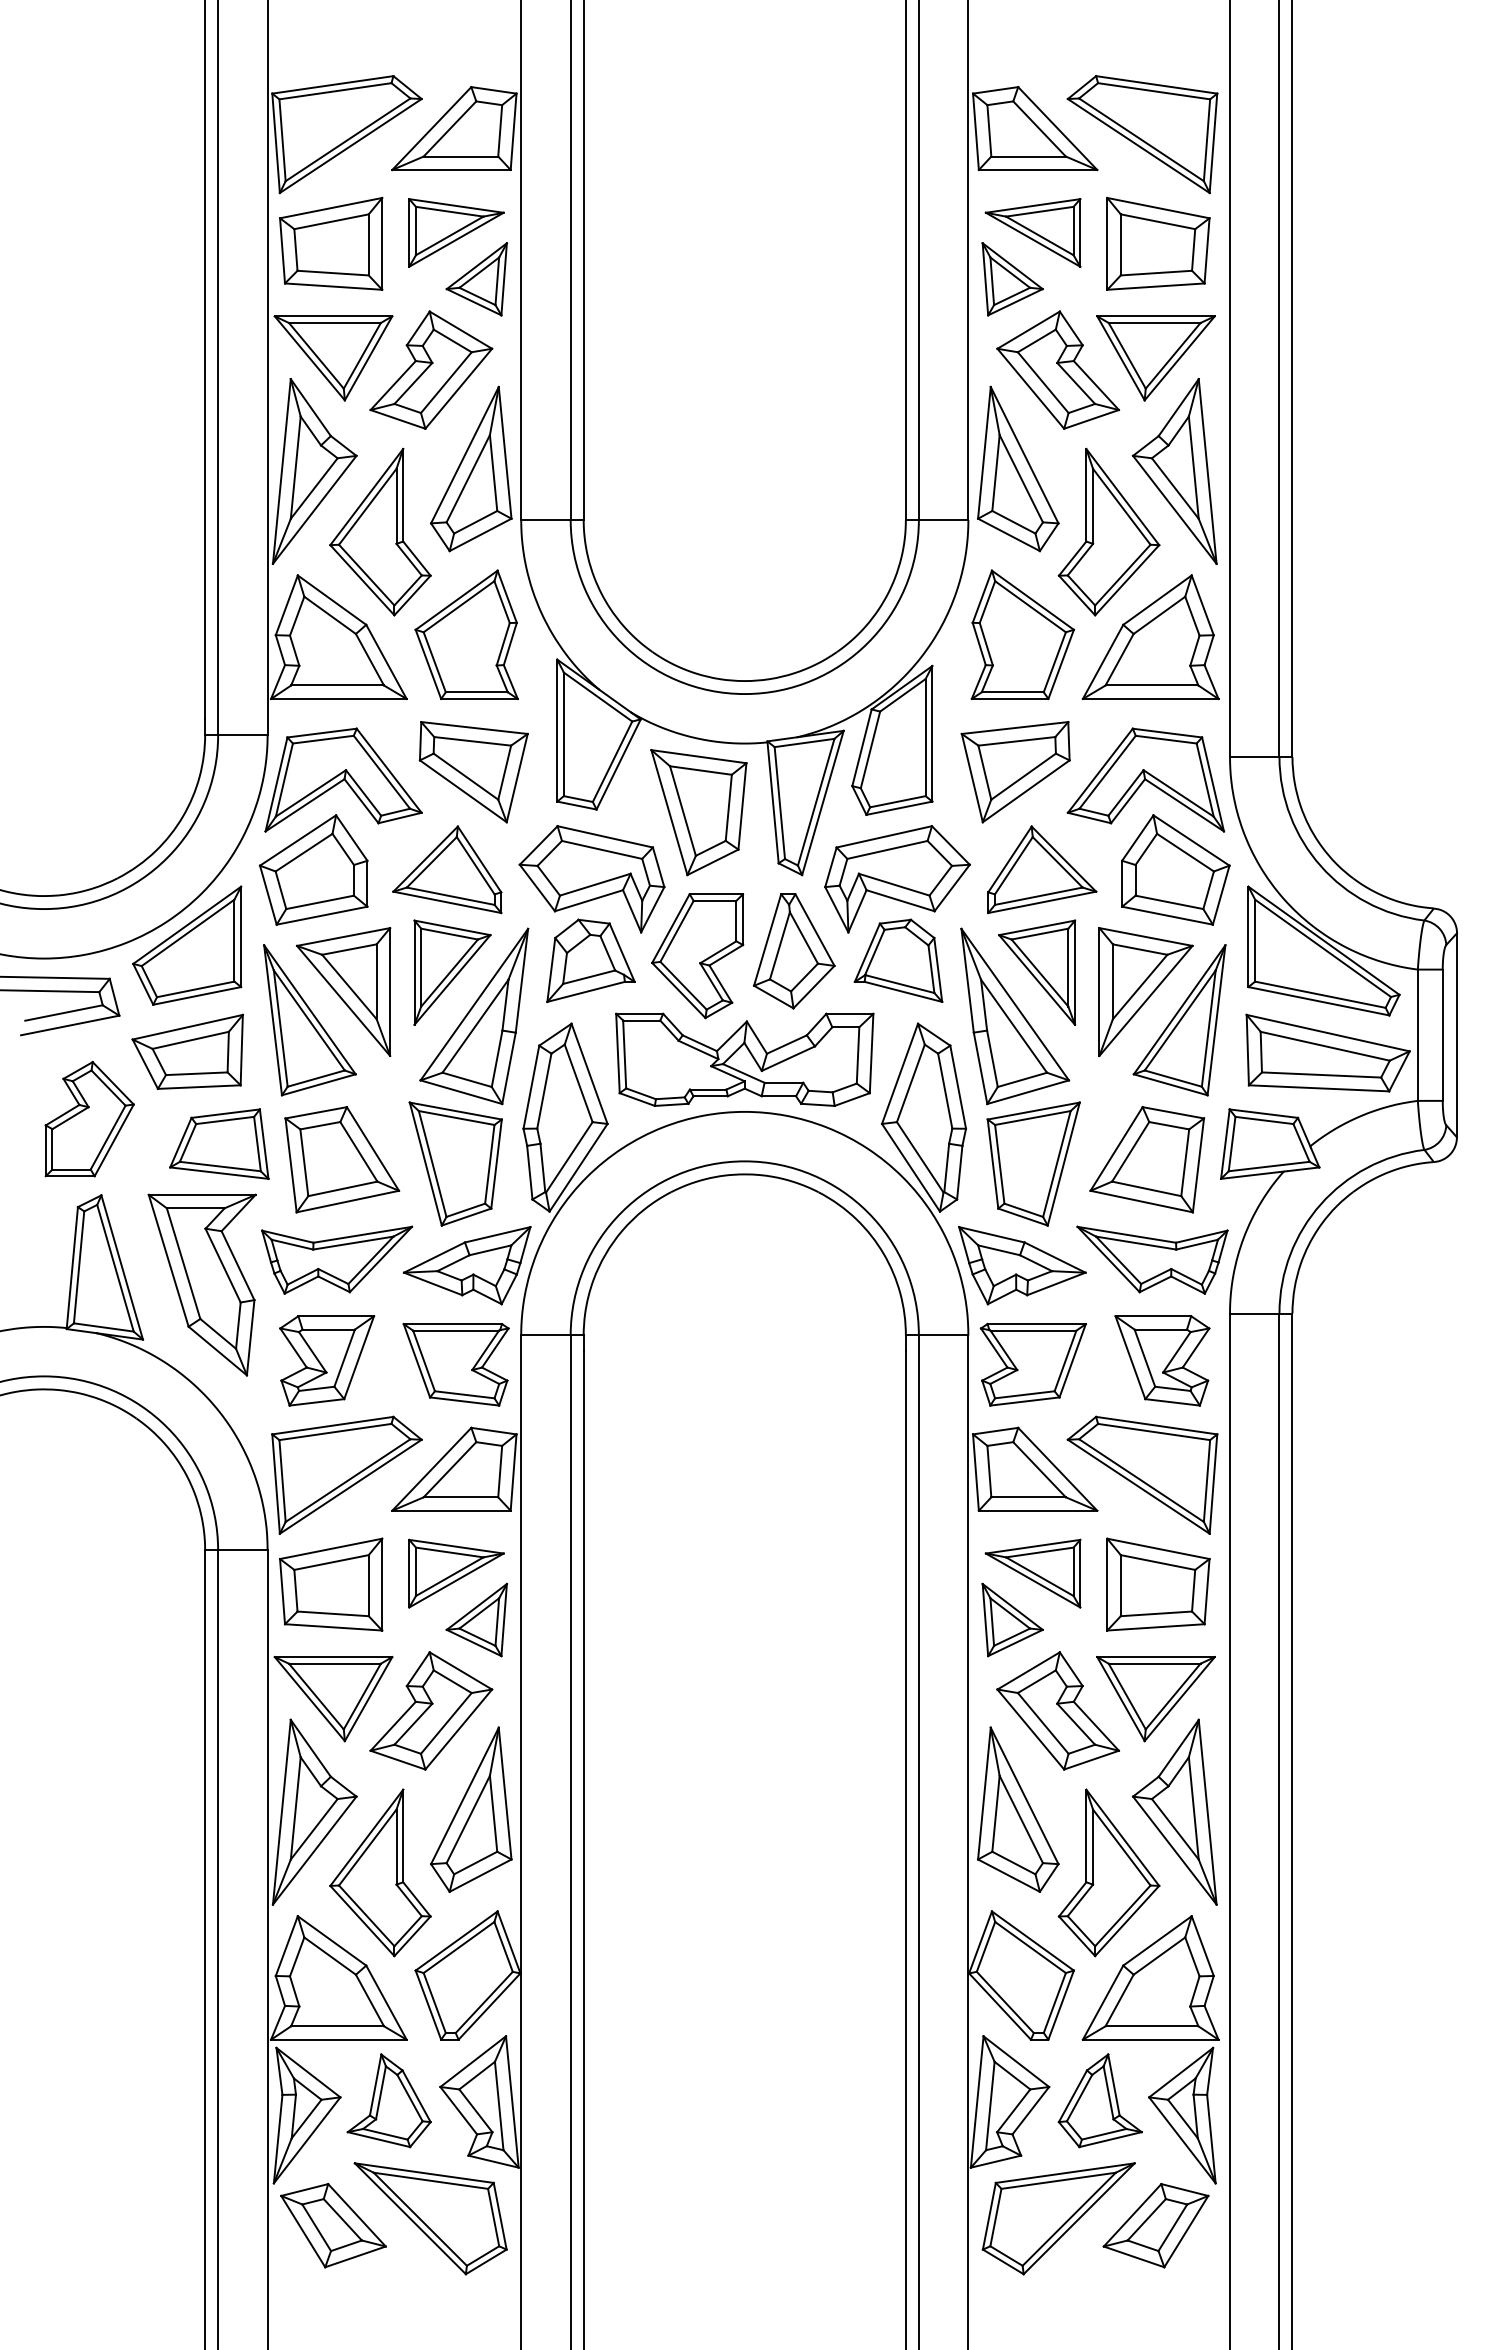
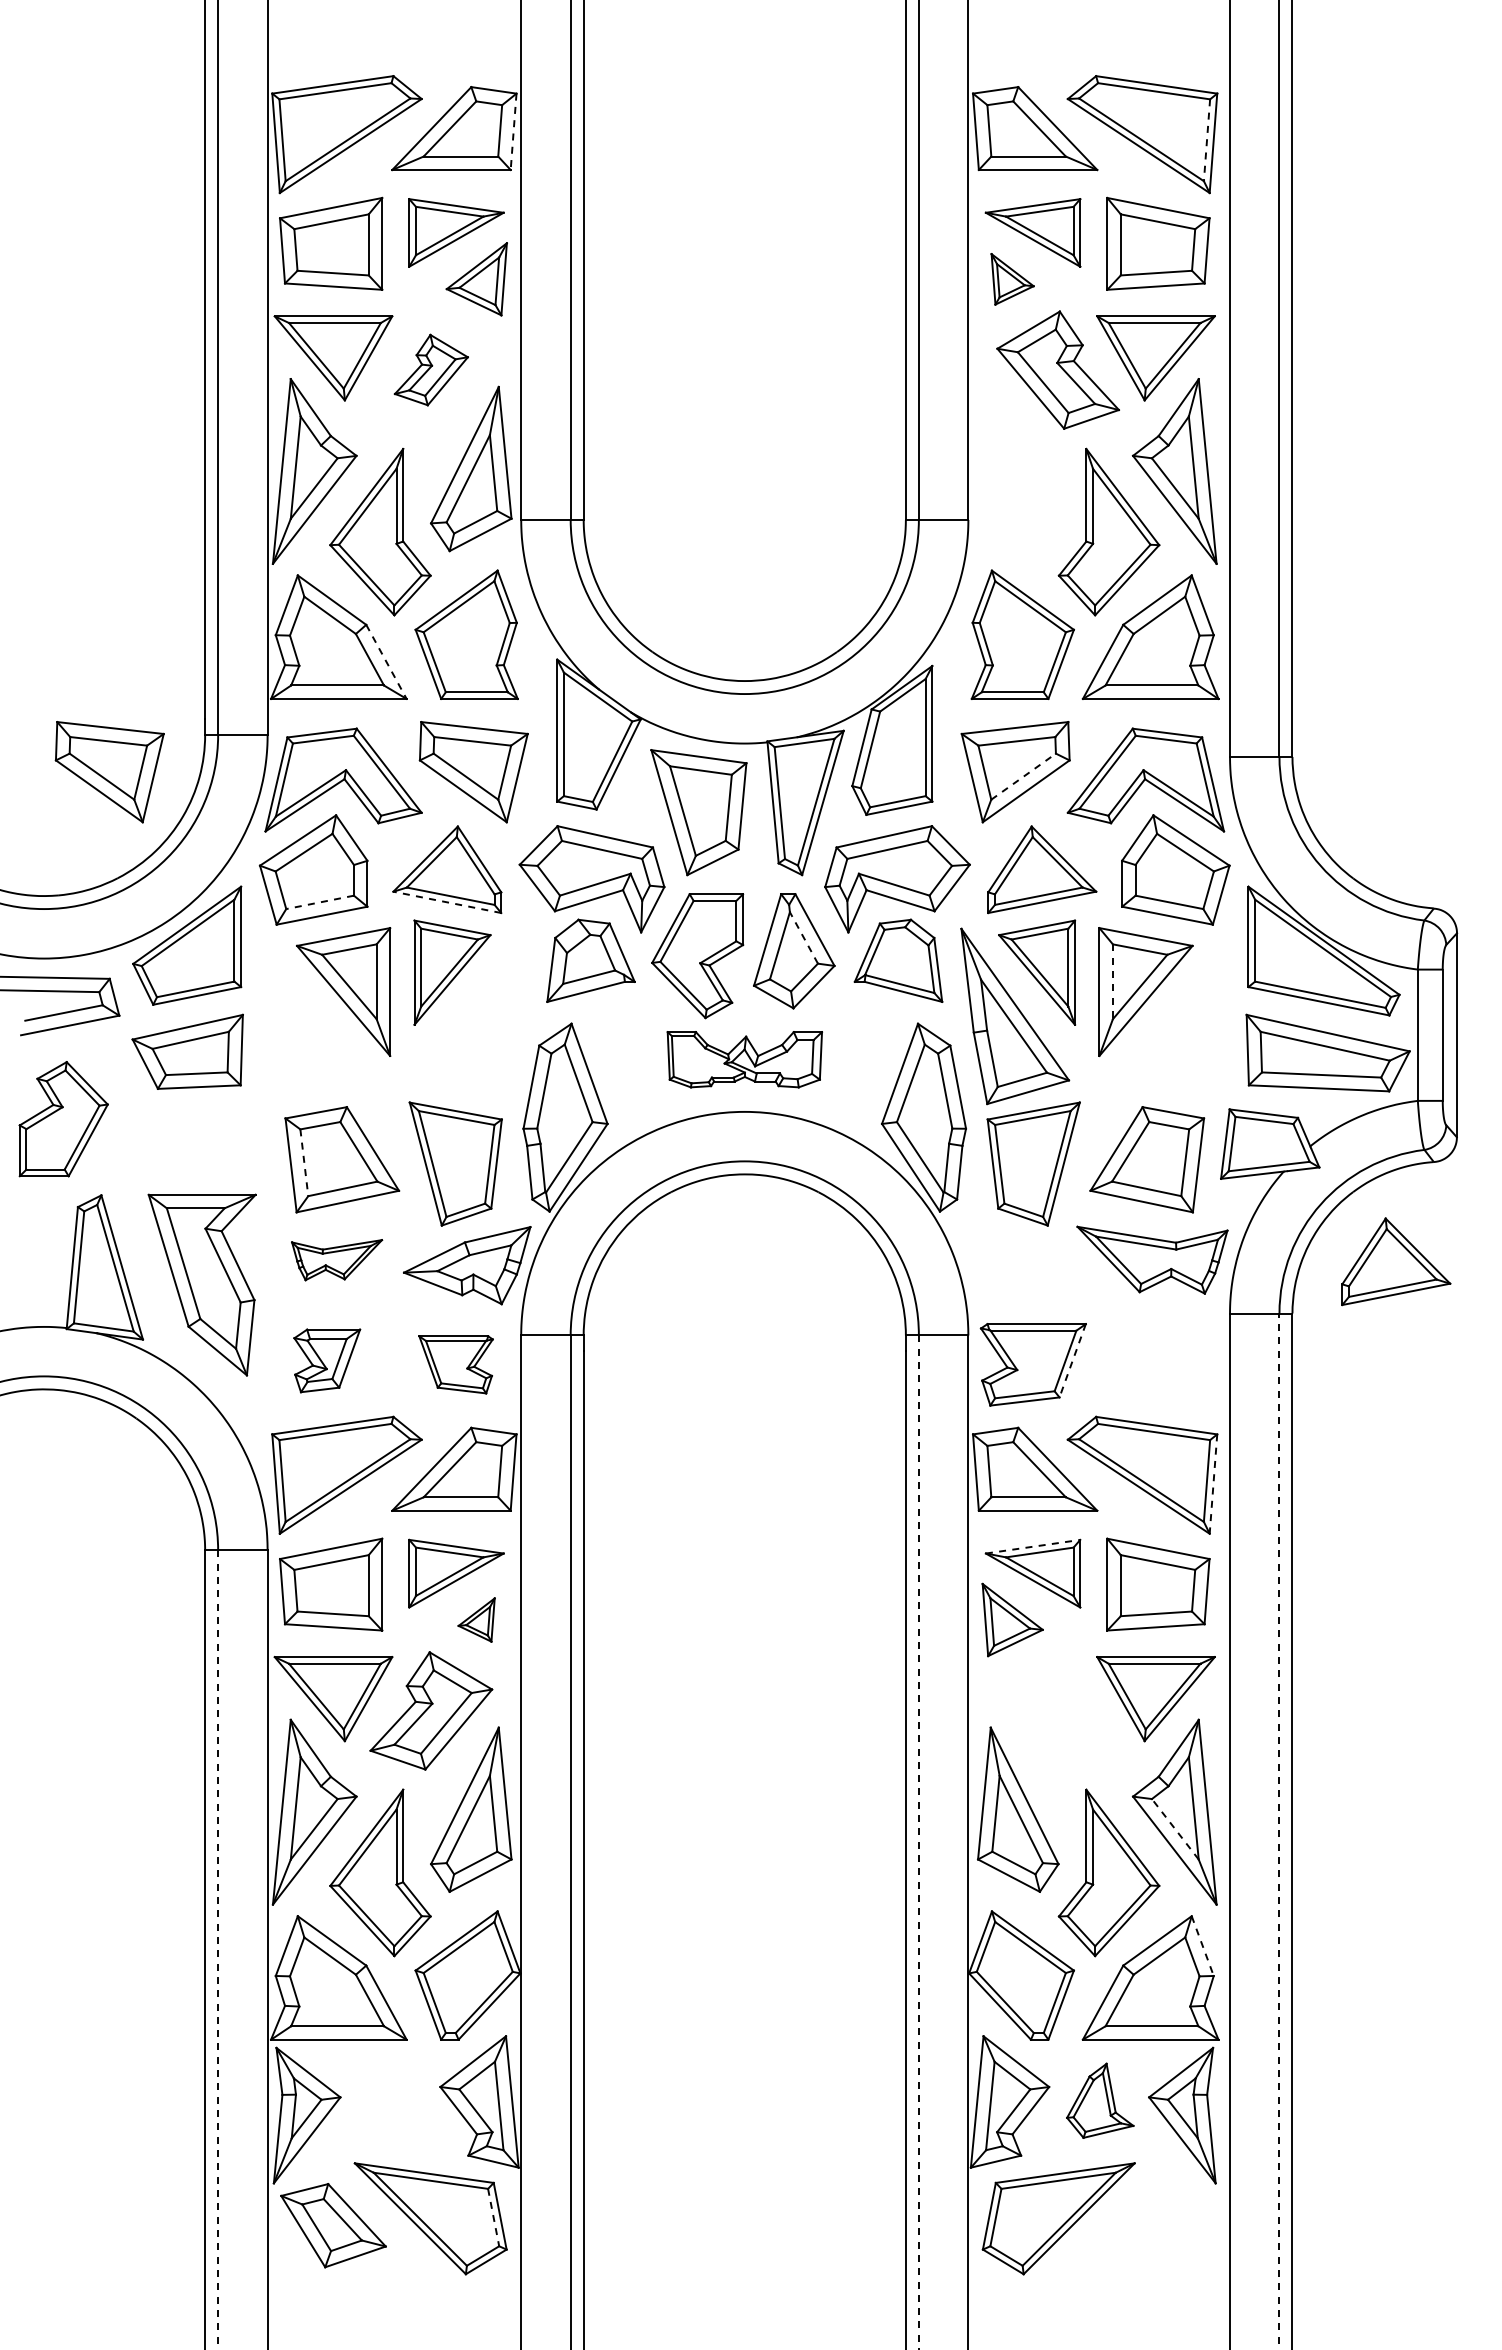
line at (513, 132): solid -> dashed
line at (1206, 140): solid -> dashed
part at (1012, 279) size: 63x75 px -> 45x53 px
part at (431, 369) size: 125x120 px -> 76x74 px
part at (1018, 468): present -> none
line at (386, 662): solid -> dashed
part at (109, 772): none -> present
line at (1023, 776): solid -> dashed
line at (320, 902): solid -> dashed
line at (447, 902): solid -> dashed
line at (803, 937): solid -> dashed
line at (1112, 982): solid -> dashed
part at (474, 1016): present -> none
part at (309, 1020): present -> none
part at (1179, 1020): present -> none
part at (744, 1059) size: 260x95 px -> 157x58 px
part at (89, 1119) position: (89, 1119) -> (63, 1119)
part at (219, 1143): present -> none
line at (304, 1162): solid -> dashed
part at (336, 1259) size: 152x70 px -> 93x43 px
part at (1396, 1261): none -> present
part at (1022, 1265): present -> none
part at (327, 1360) size: 97x92 px -> 69x66 px
line at (1072, 1360): solid -> dashed
part at (1162, 1360): present -> none
part at (455, 1364) size: 108x84 px -> 76x60 px
line at (1213, 1484): solid -> dashed
line at (1033, 1546): solid -> dashed
part at (476, 1619) size: 63x76 px -> 39x46 px
part at (1057, 1710): present -> none
line at (1175, 1828): solid -> dashed
line at (1279, 1831): solid -> dashed
line at (918, 1842): solid -> dashed
line at (1202, 1946): solid -> dashed
line at (218, 1950): solid -> dashed
part at (388, 2100): present -> none
part at (1099, 2100) size: 86x96 px -> 69x77 px
line at (493, 2218): solid -> dashed
part at (1155, 2225): present -> none
